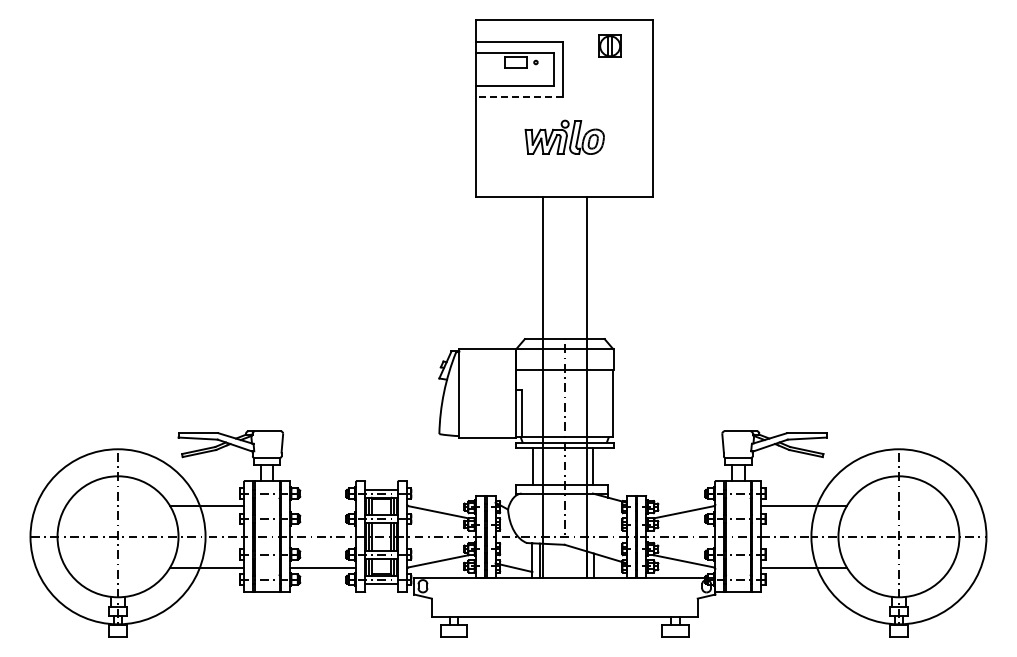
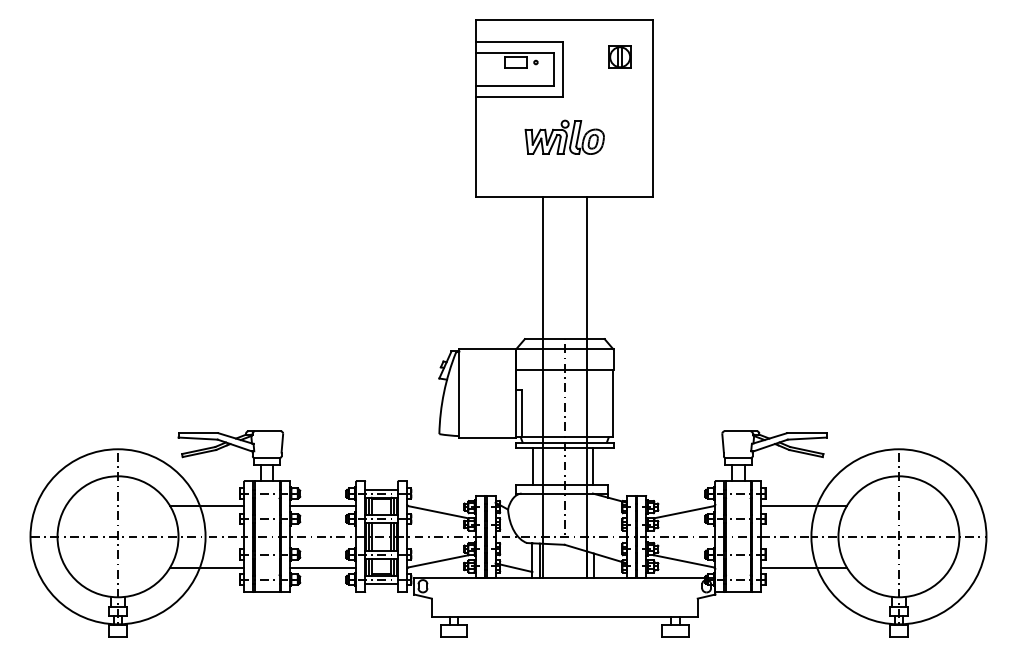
part at (609, 45) position: (609, 45) -> (619, 56)
line at (518, 97): dashed -> solid
line at (323, 505): none -> present
